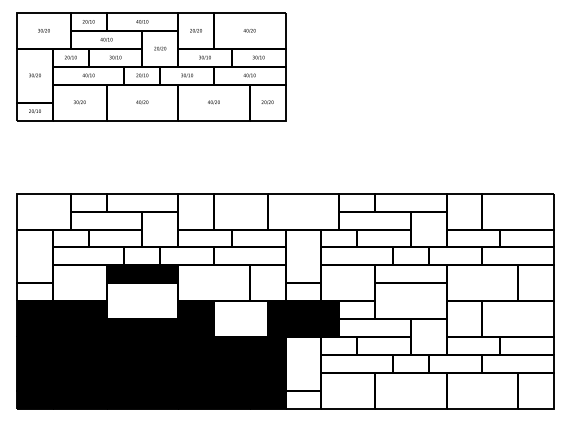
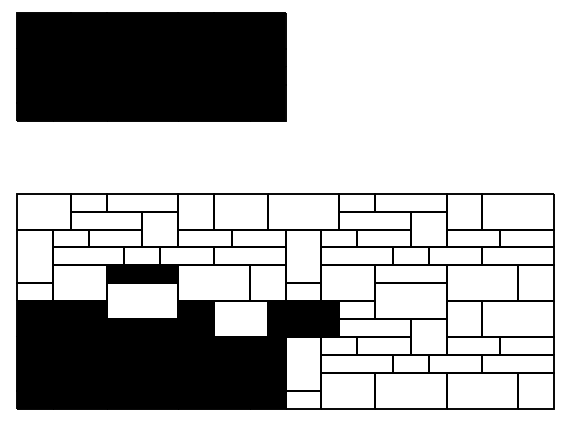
fill at (151, 66): none -> present
